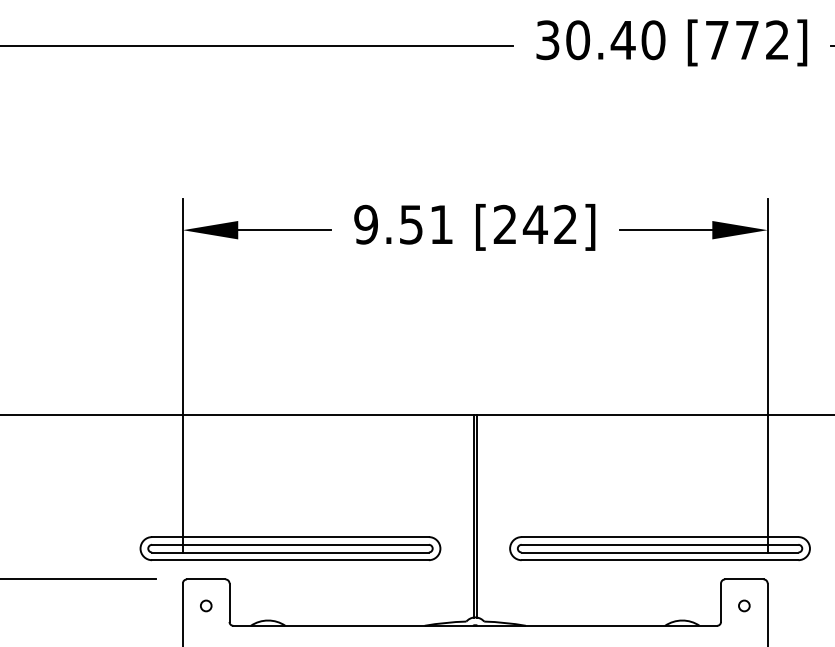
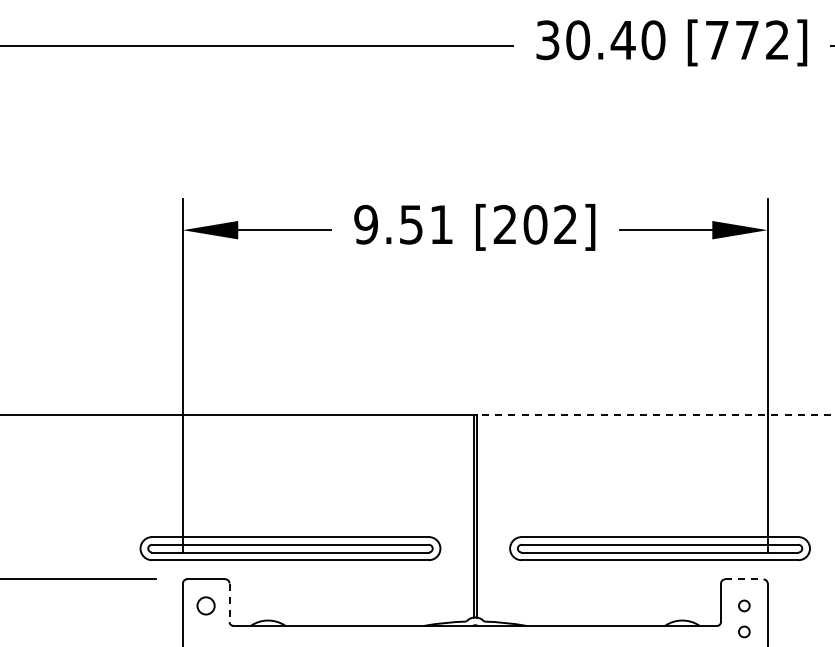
text at (534, 224): [242] -> [202]
line at (655, 414): solid -> dashed
line at (744, 579): solid -> dashed
line at (229, 603): solid -> dashed
circle at (206, 605) size: 13x14 px -> 20x20 px
circle at (744, 631): none -> present
